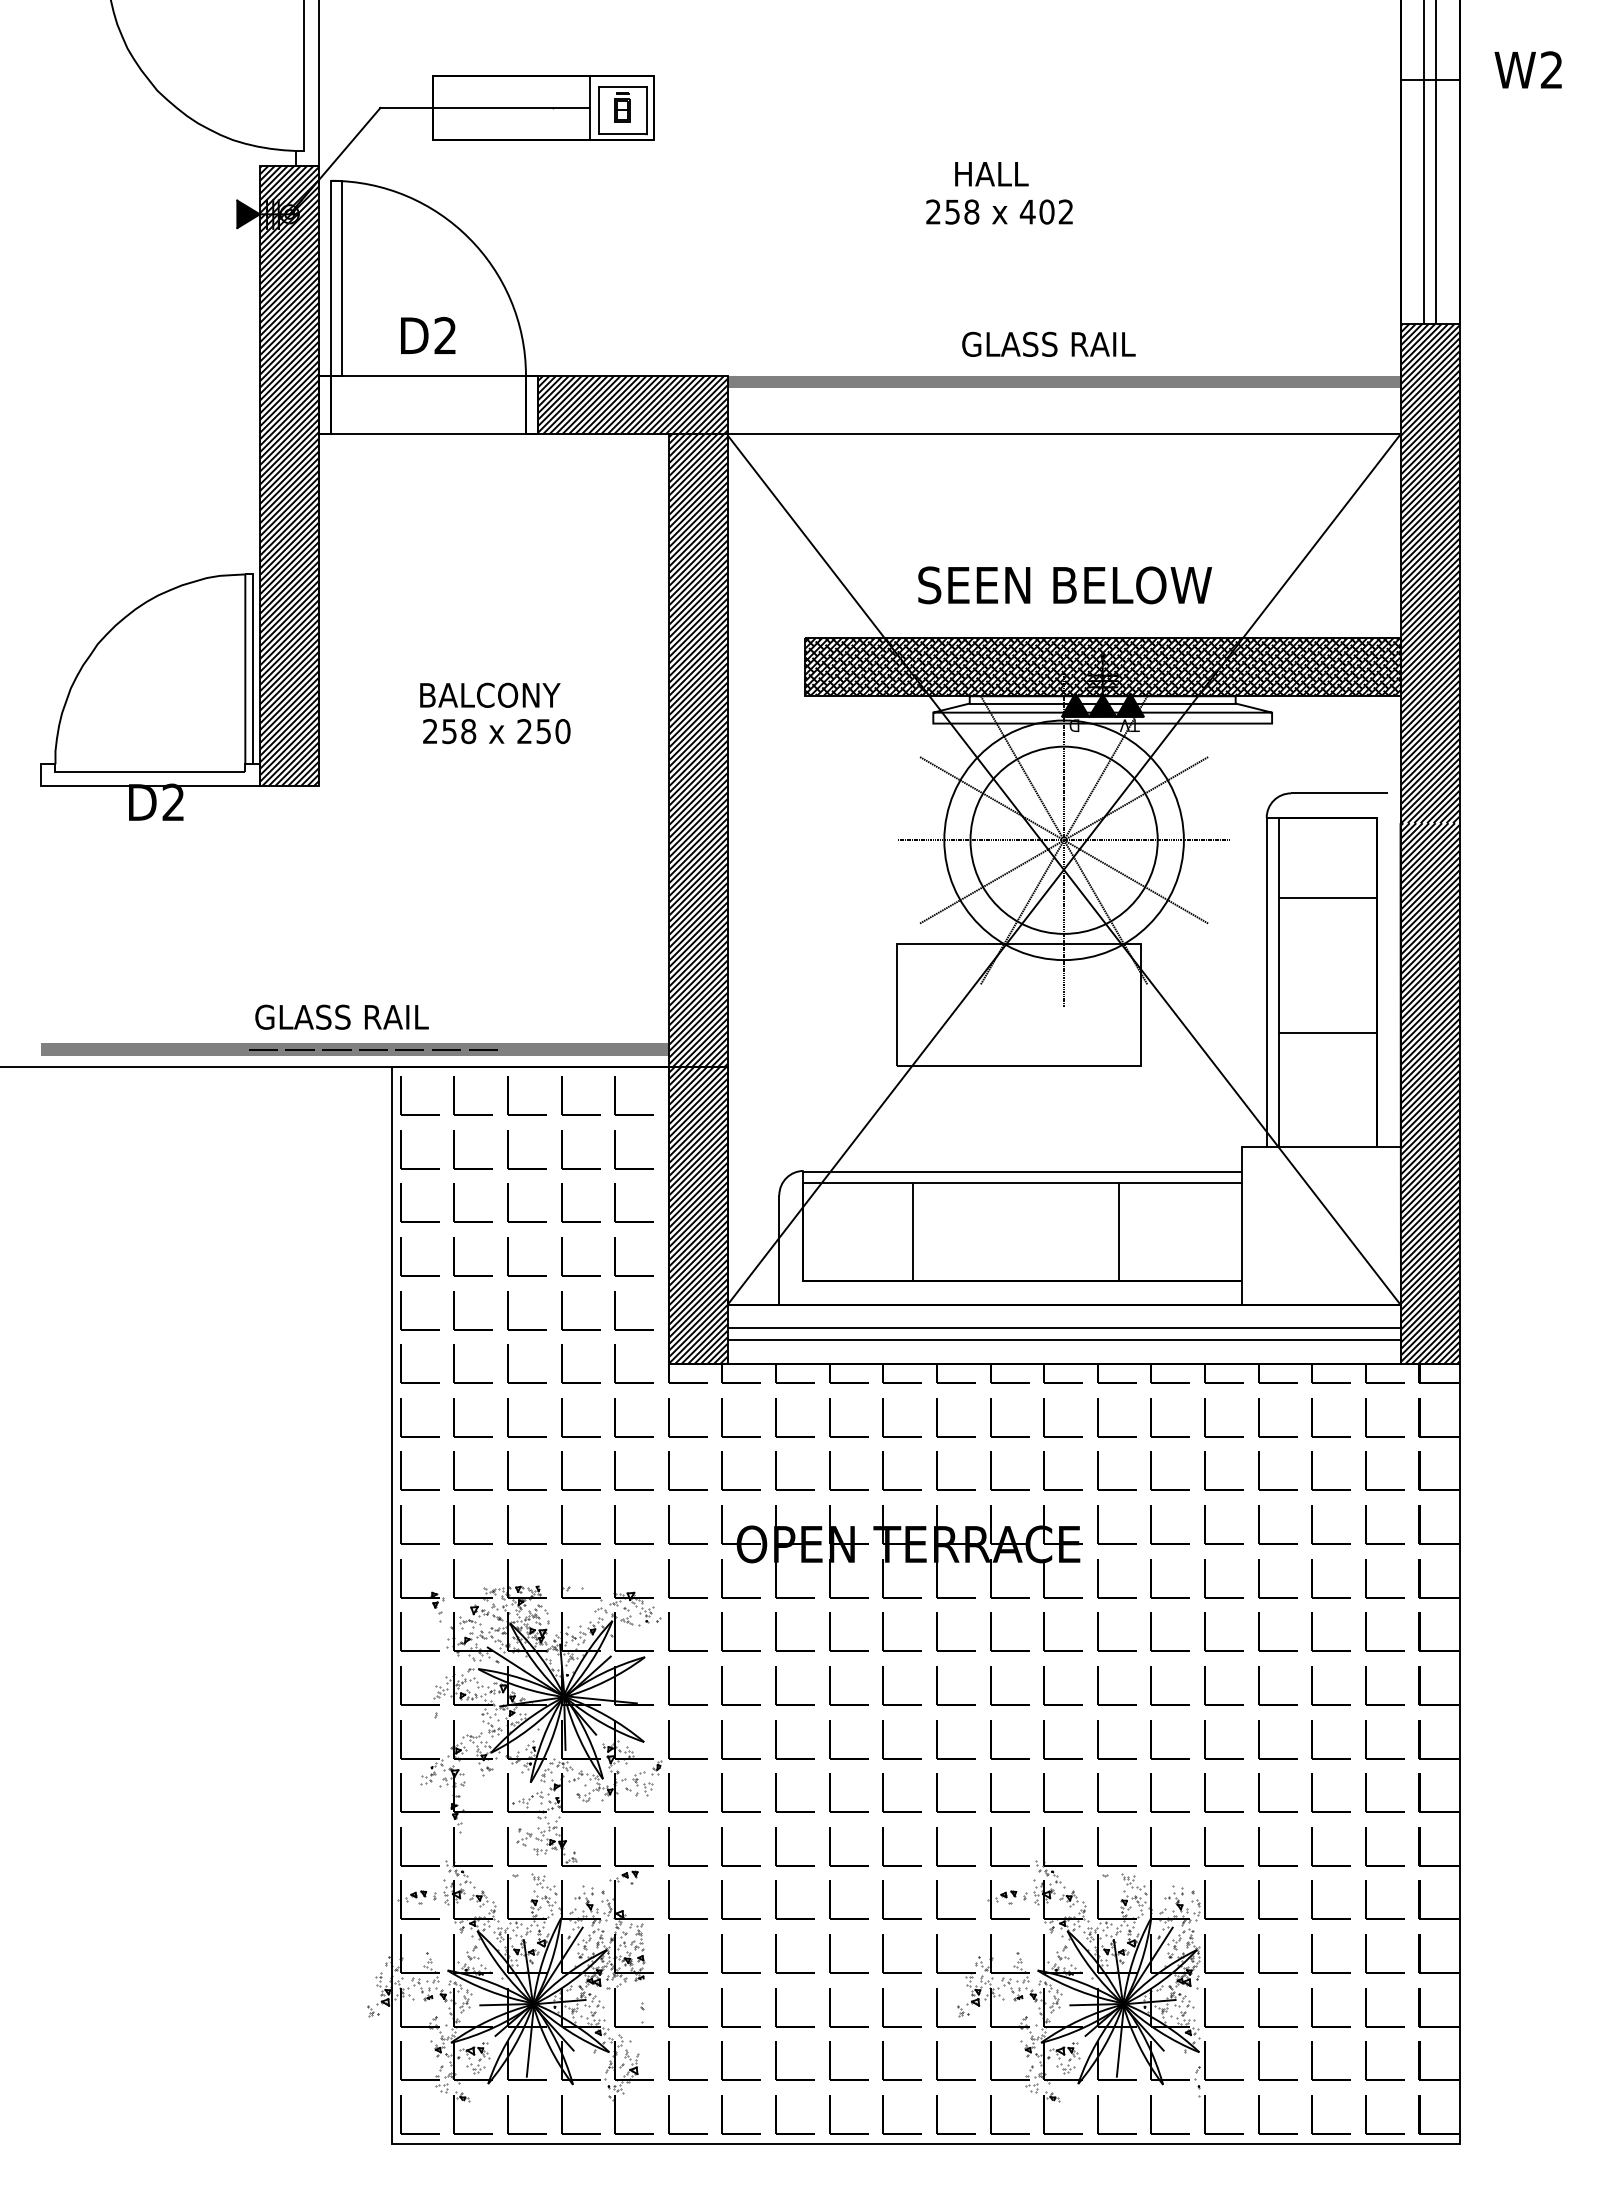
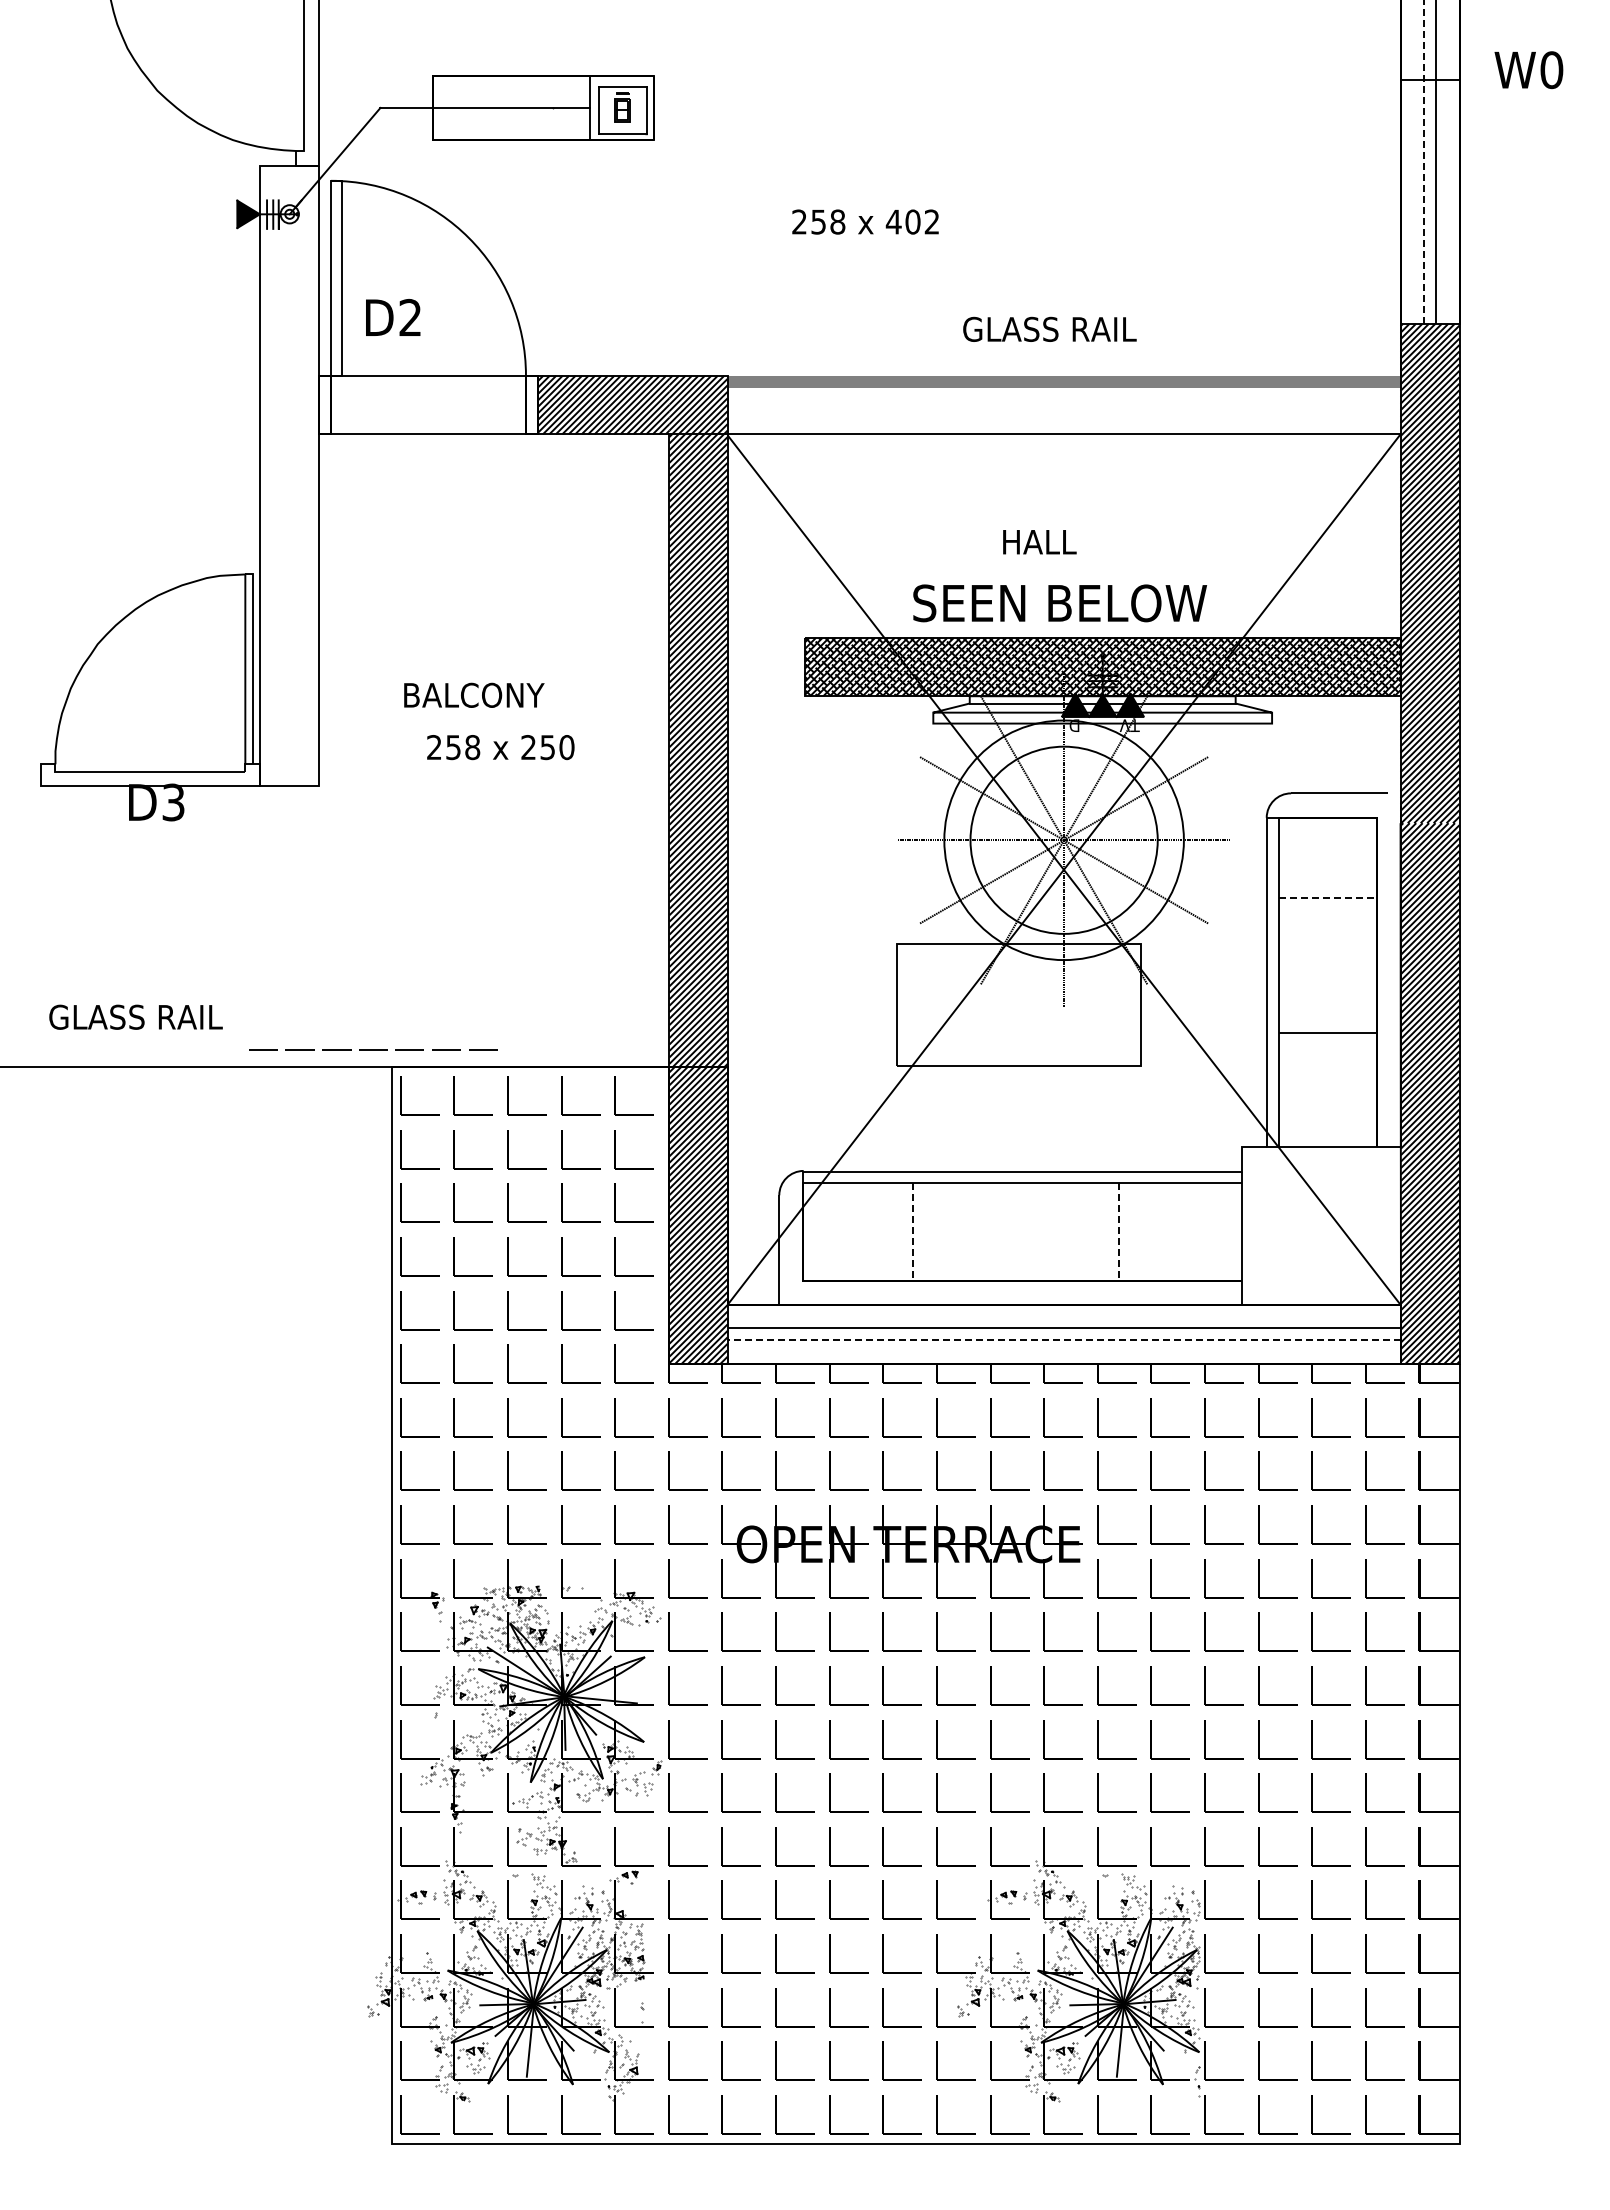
text at (1551, 70): W2 -> W0
line at (1423, 162): solid -> dashed
text at (991, 174) position: (991, 174) -> (1039, 542)
text at (999, 211) position: (999, 211) -> (865, 221)
text at (428, 335) position: (428, 335) -> (393, 317)
text at (1048, 343) position: (1048, 343) -> (1049, 328)
hatch at (288, 475): present -> none
text at (1064, 585) position: (1064, 585) -> (1059, 603)
text at (490, 694) position: (490, 694) -> (474, 694)
text at (496, 731) position: (496, 731) -> (500, 747)
text at (173, 802): D2 -> D3
line at (1327, 897): solid -> dashed
text at (341, 1016) position: (341, 1016) -> (135, 1016)
fill at (354, 1049): present -> none
line at (913, 1232): solid -> dashed
line at (1119, 1232): solid -> dashed
line at (1063, 1340): solid -> dashed
